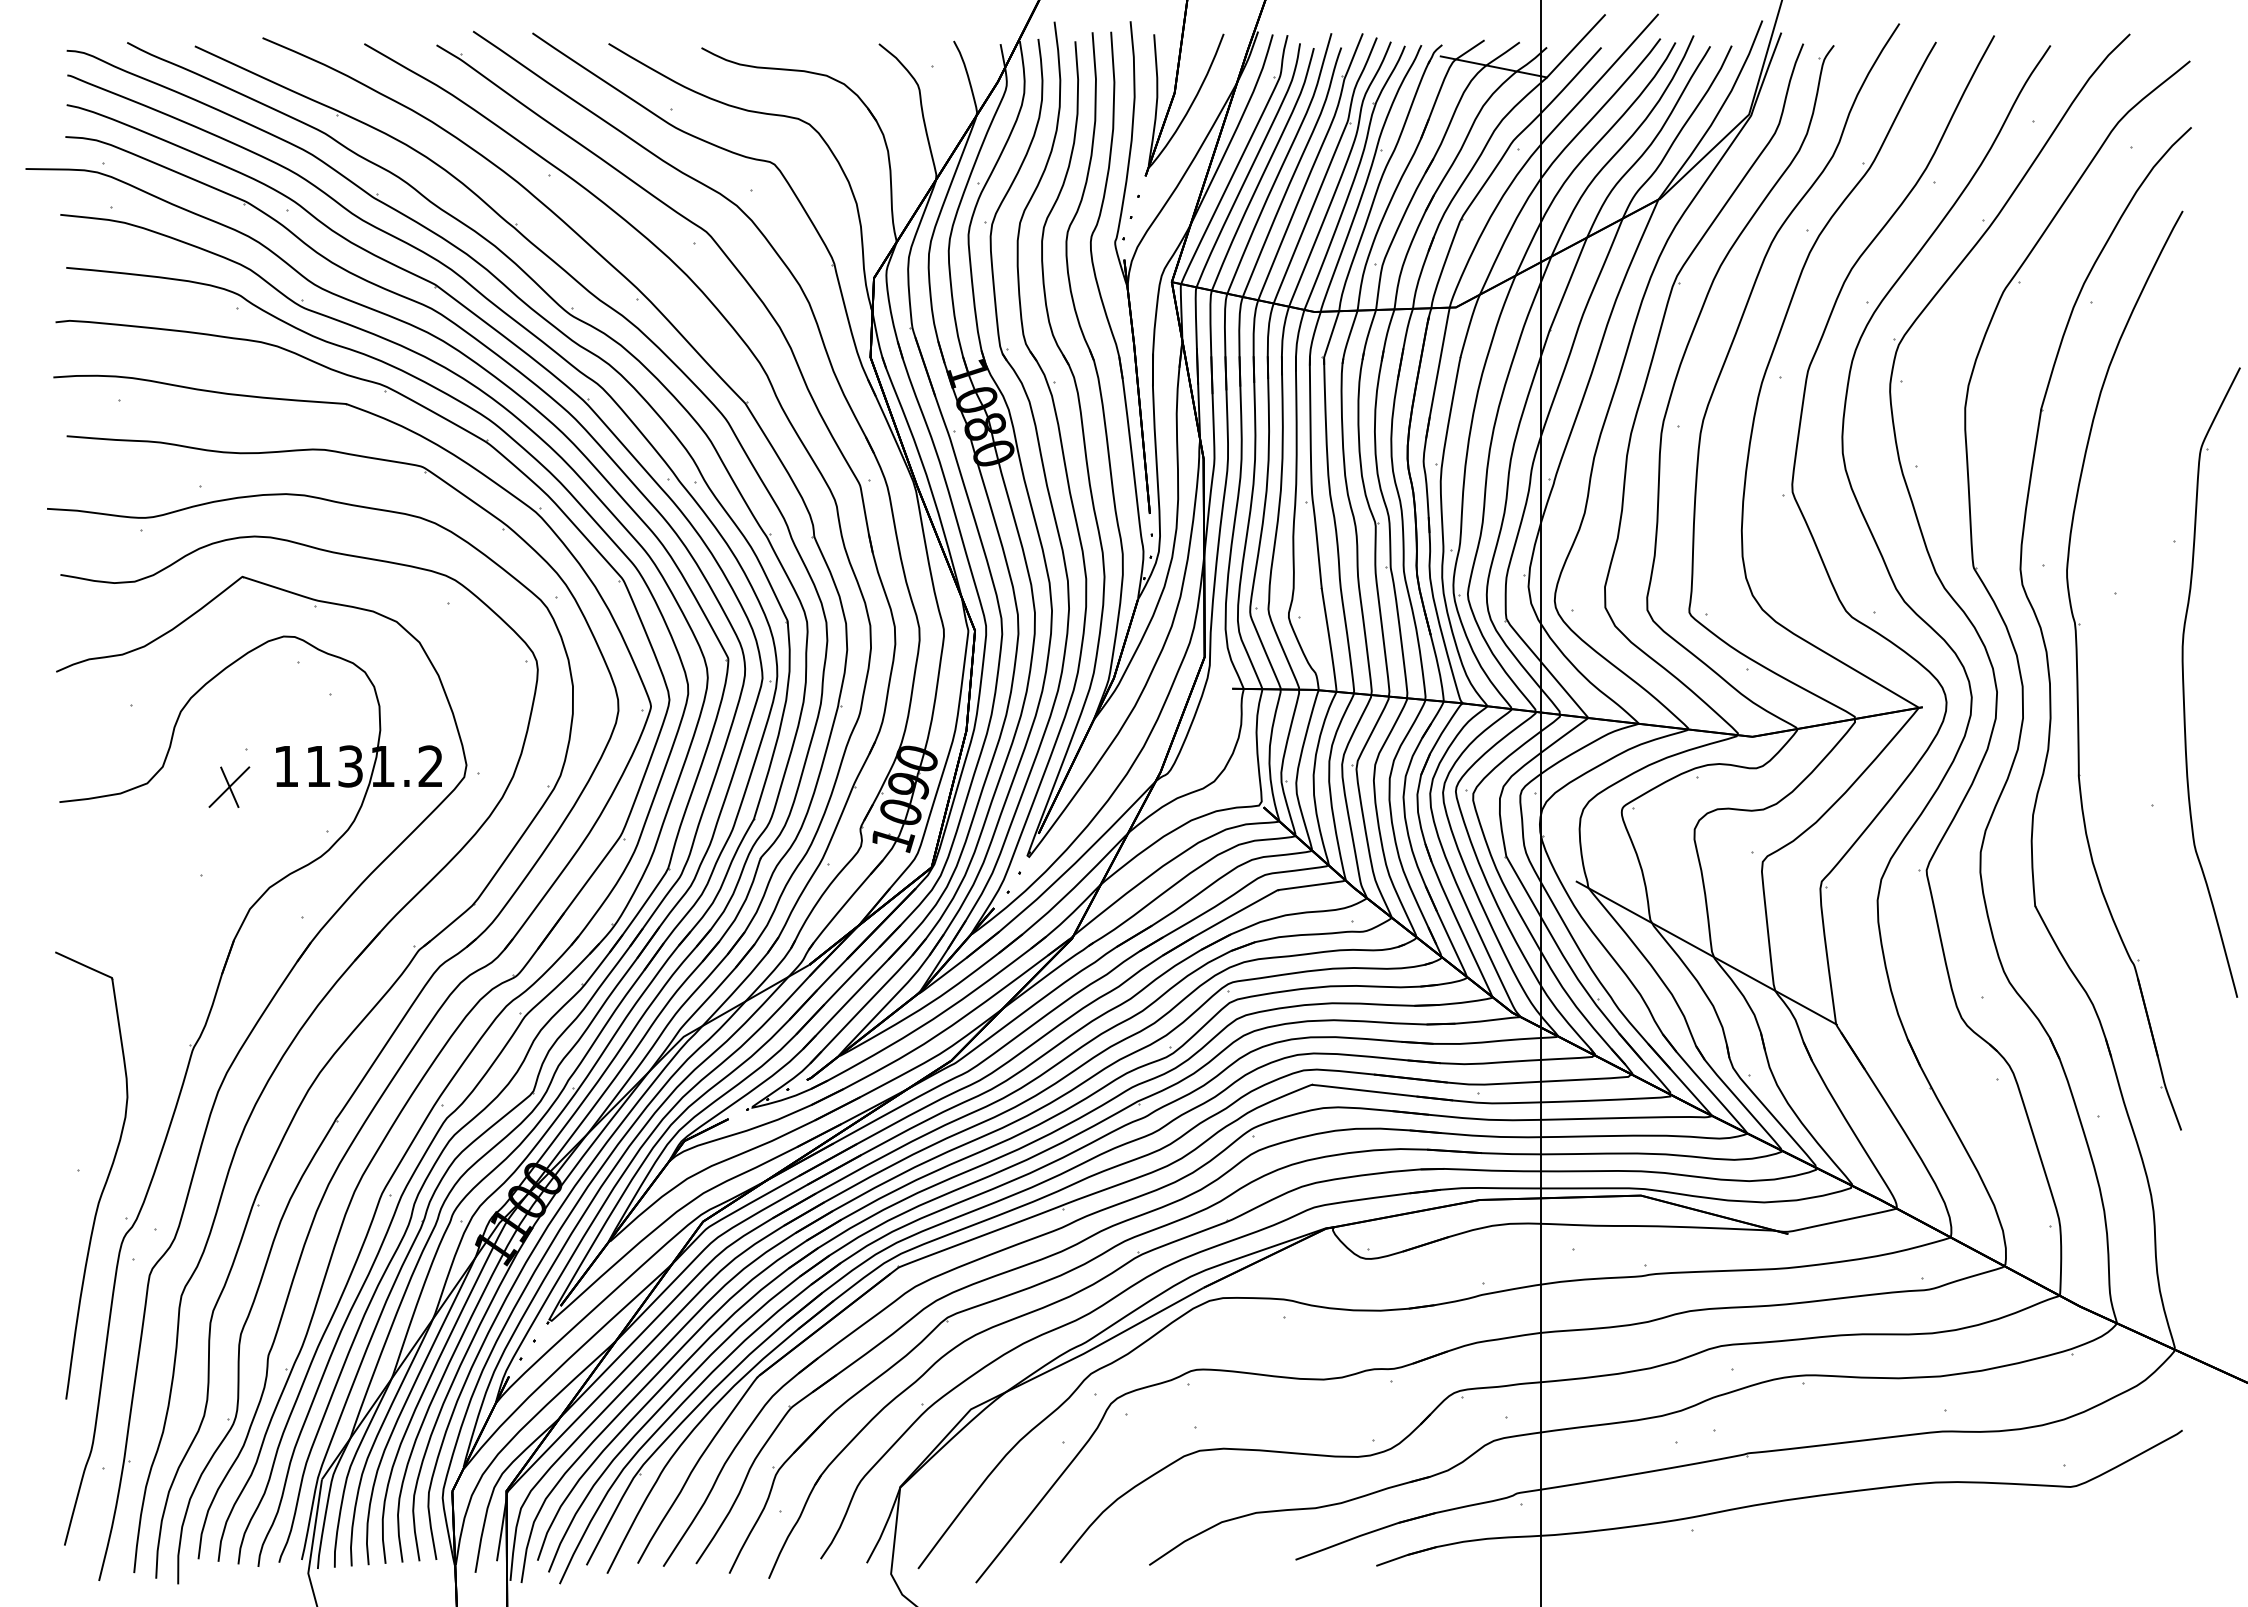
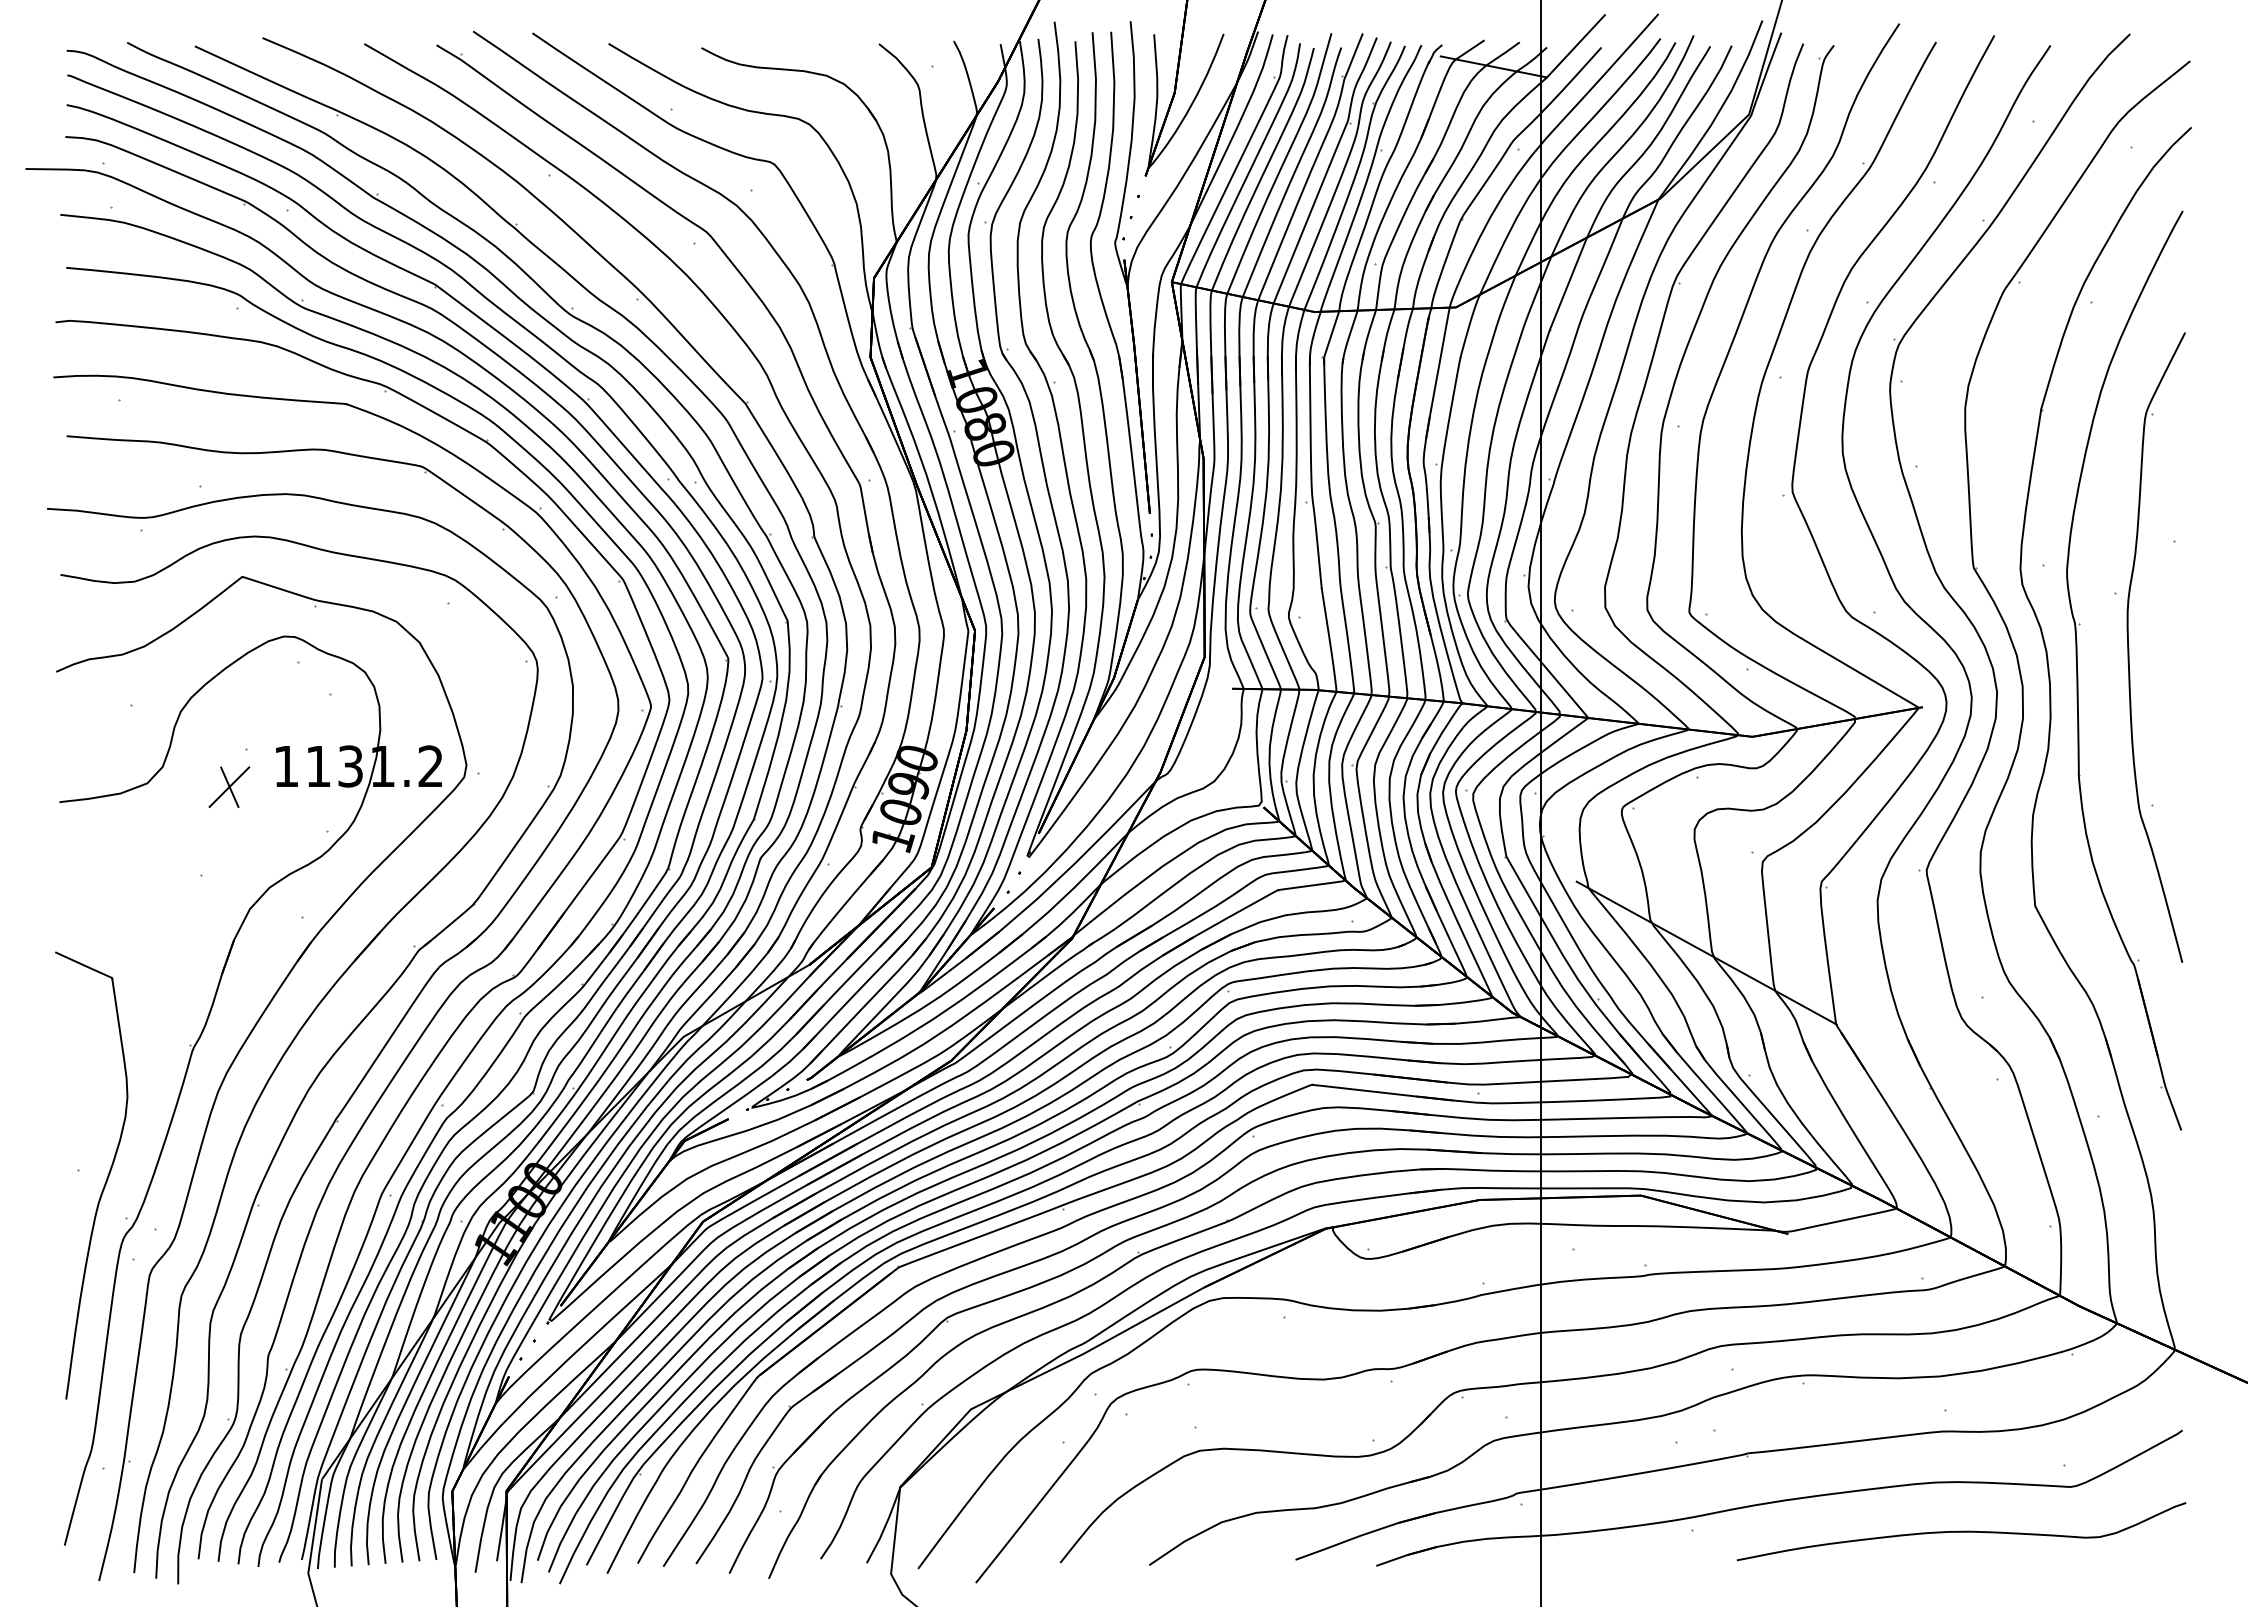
part at (2184, 682) position: (2184, 682) -> (2129, 647)
curve at (1961, 1531): none -> present
